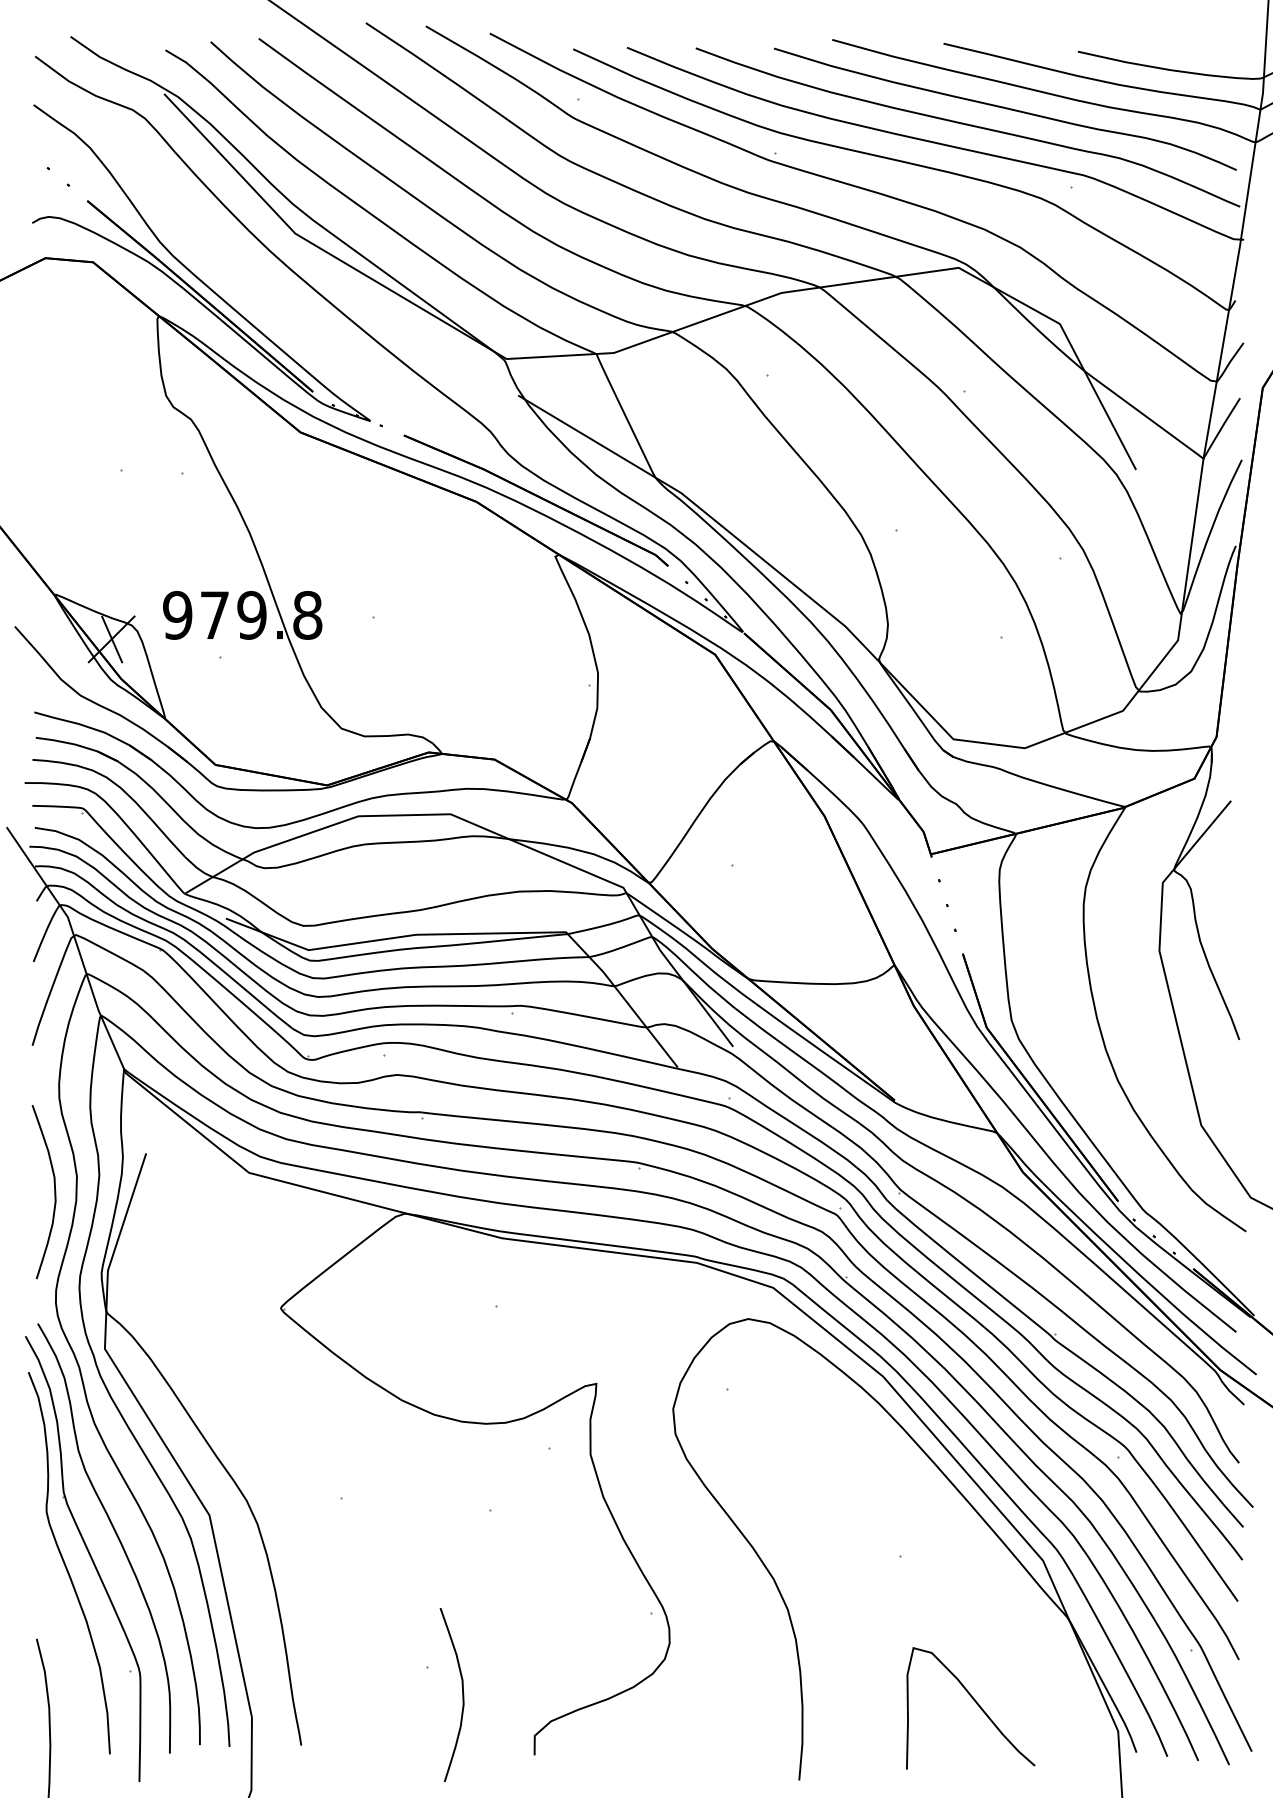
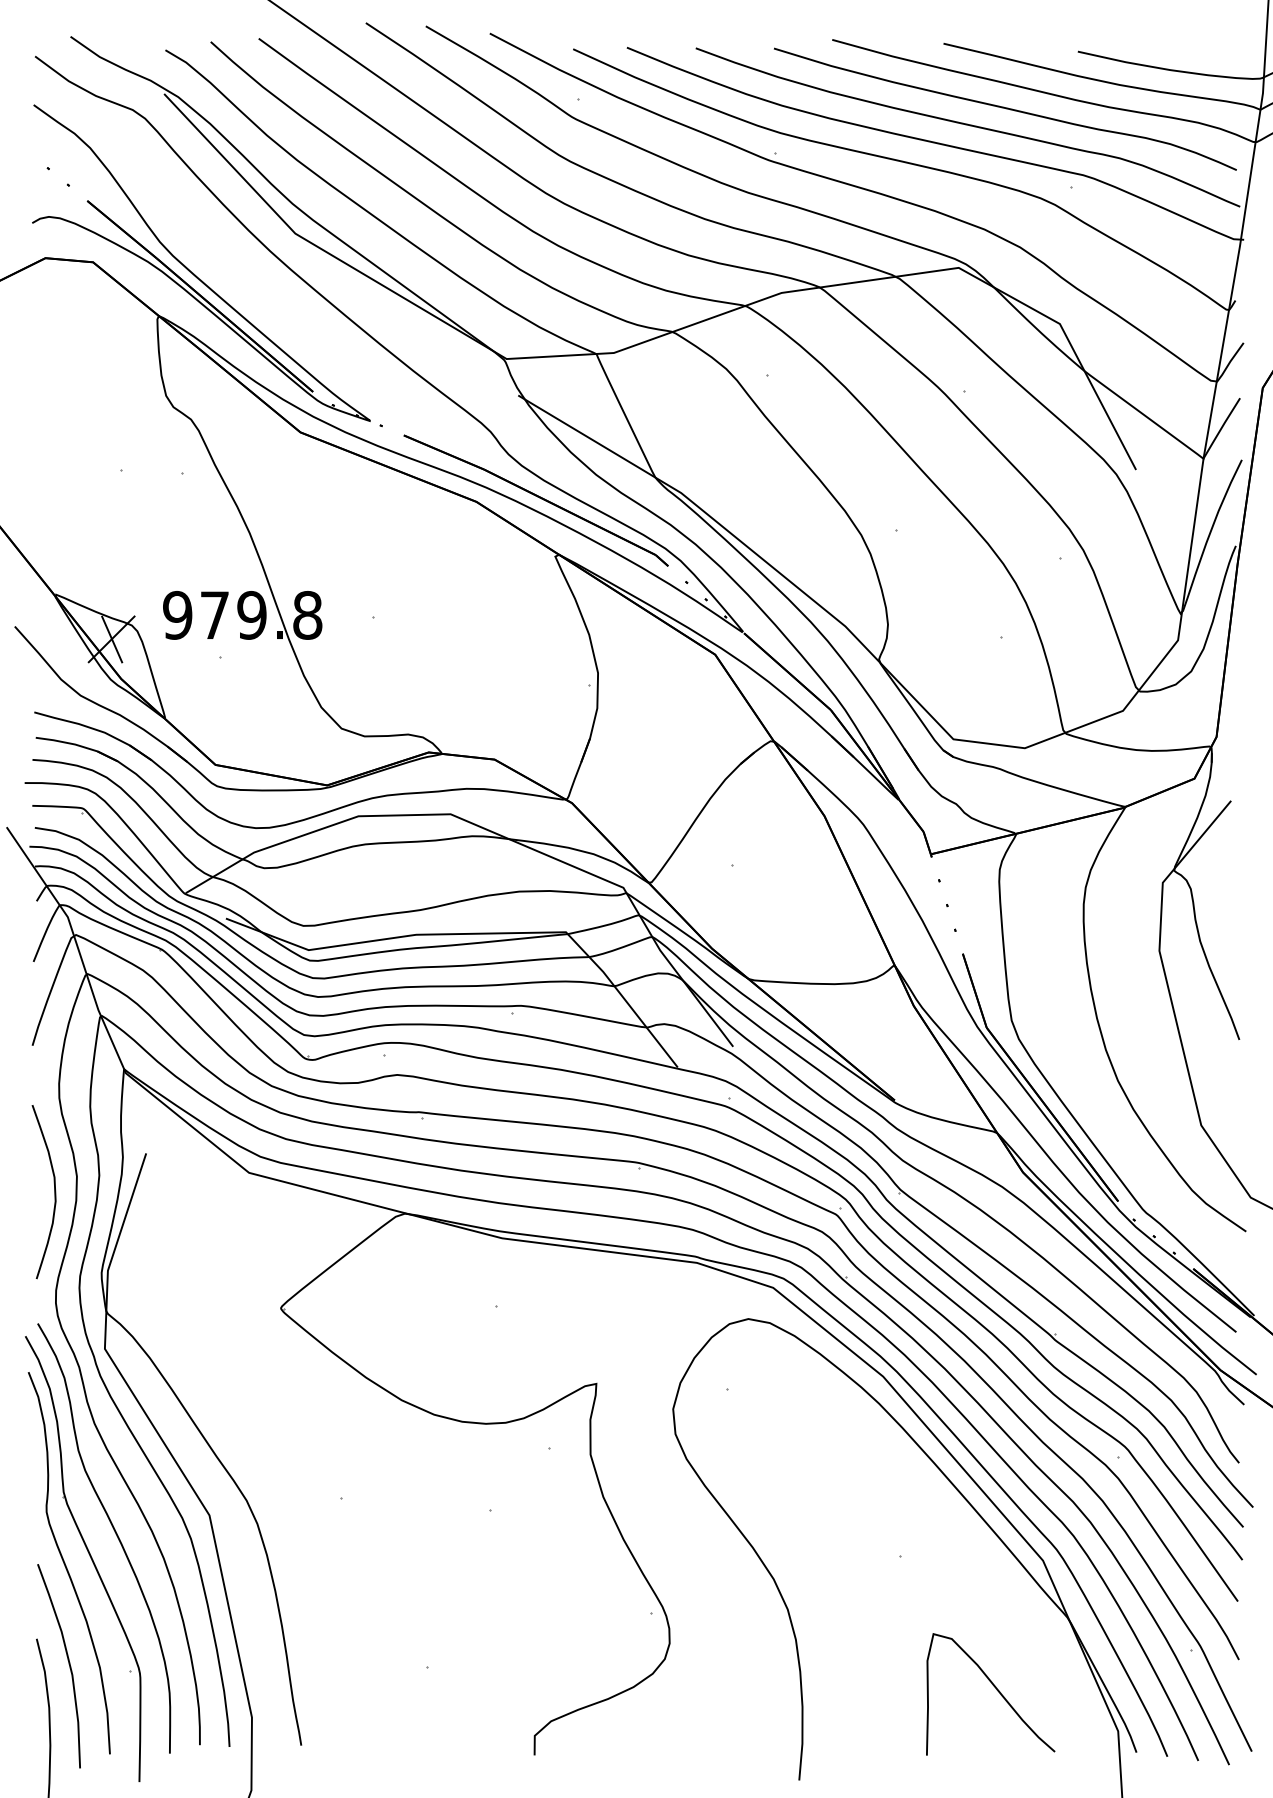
curve at (68, 1664): none -> present
curve at (462, 1695): present -> none
curve at (976, 1704) position: (976, 1704) -> (996, 1690)
